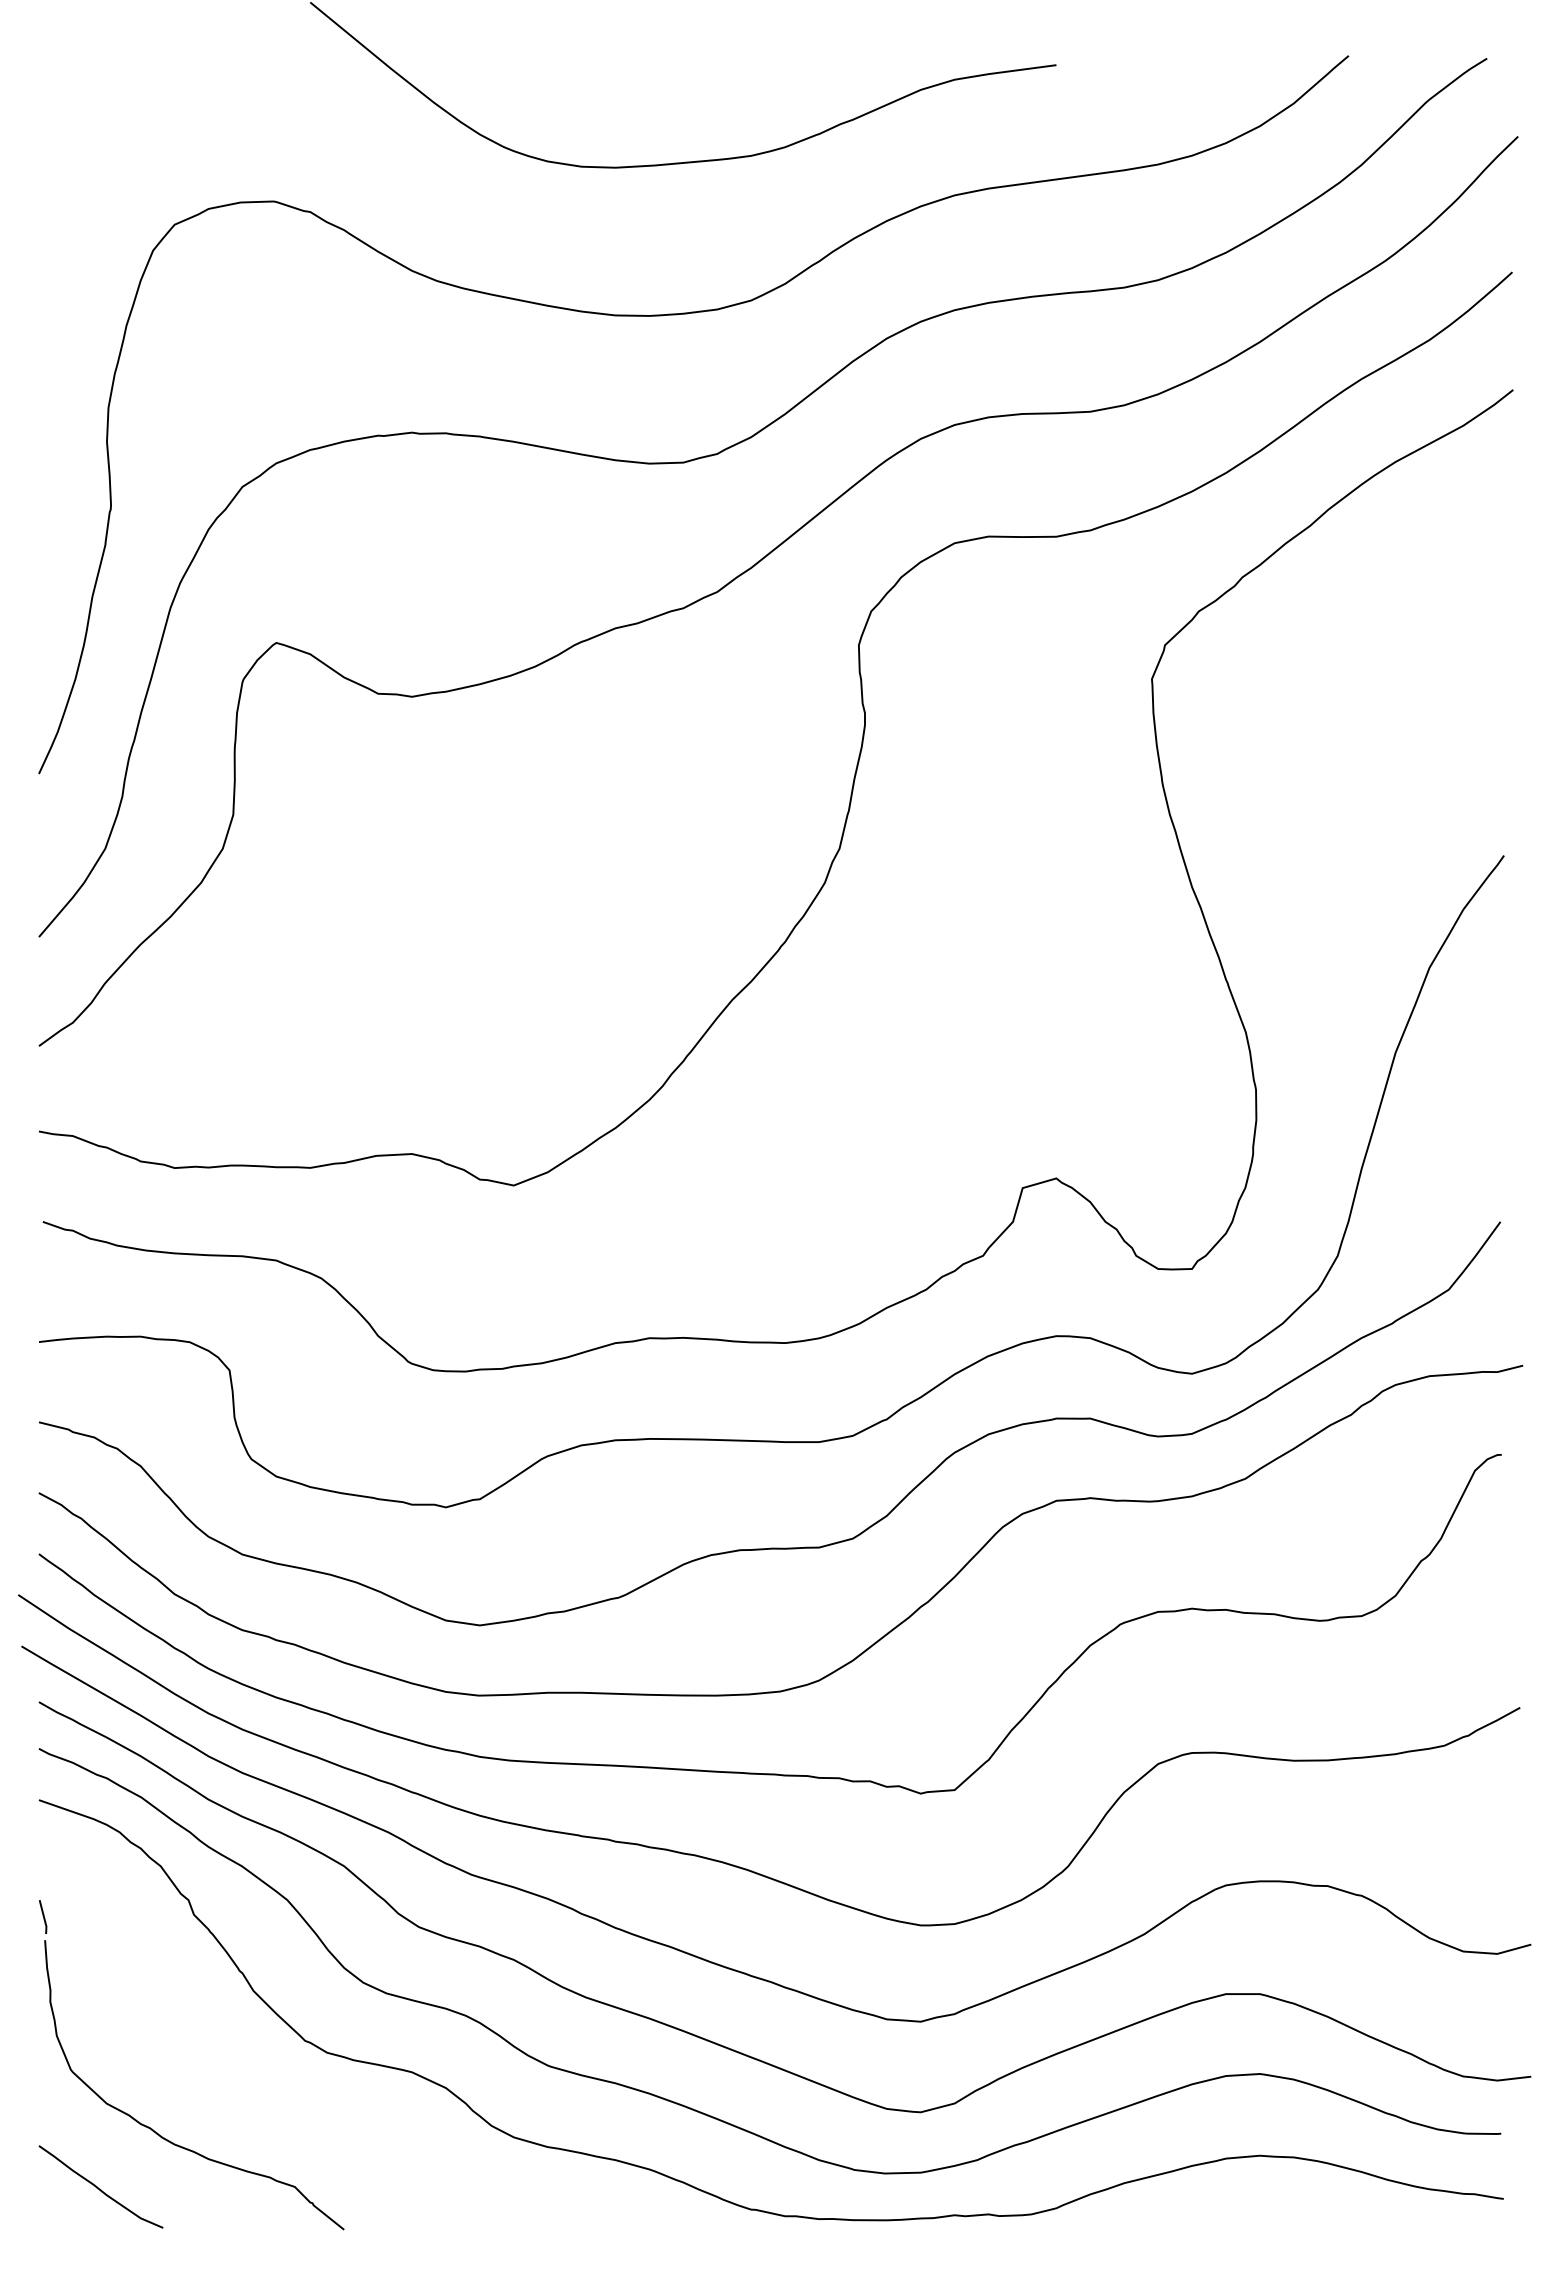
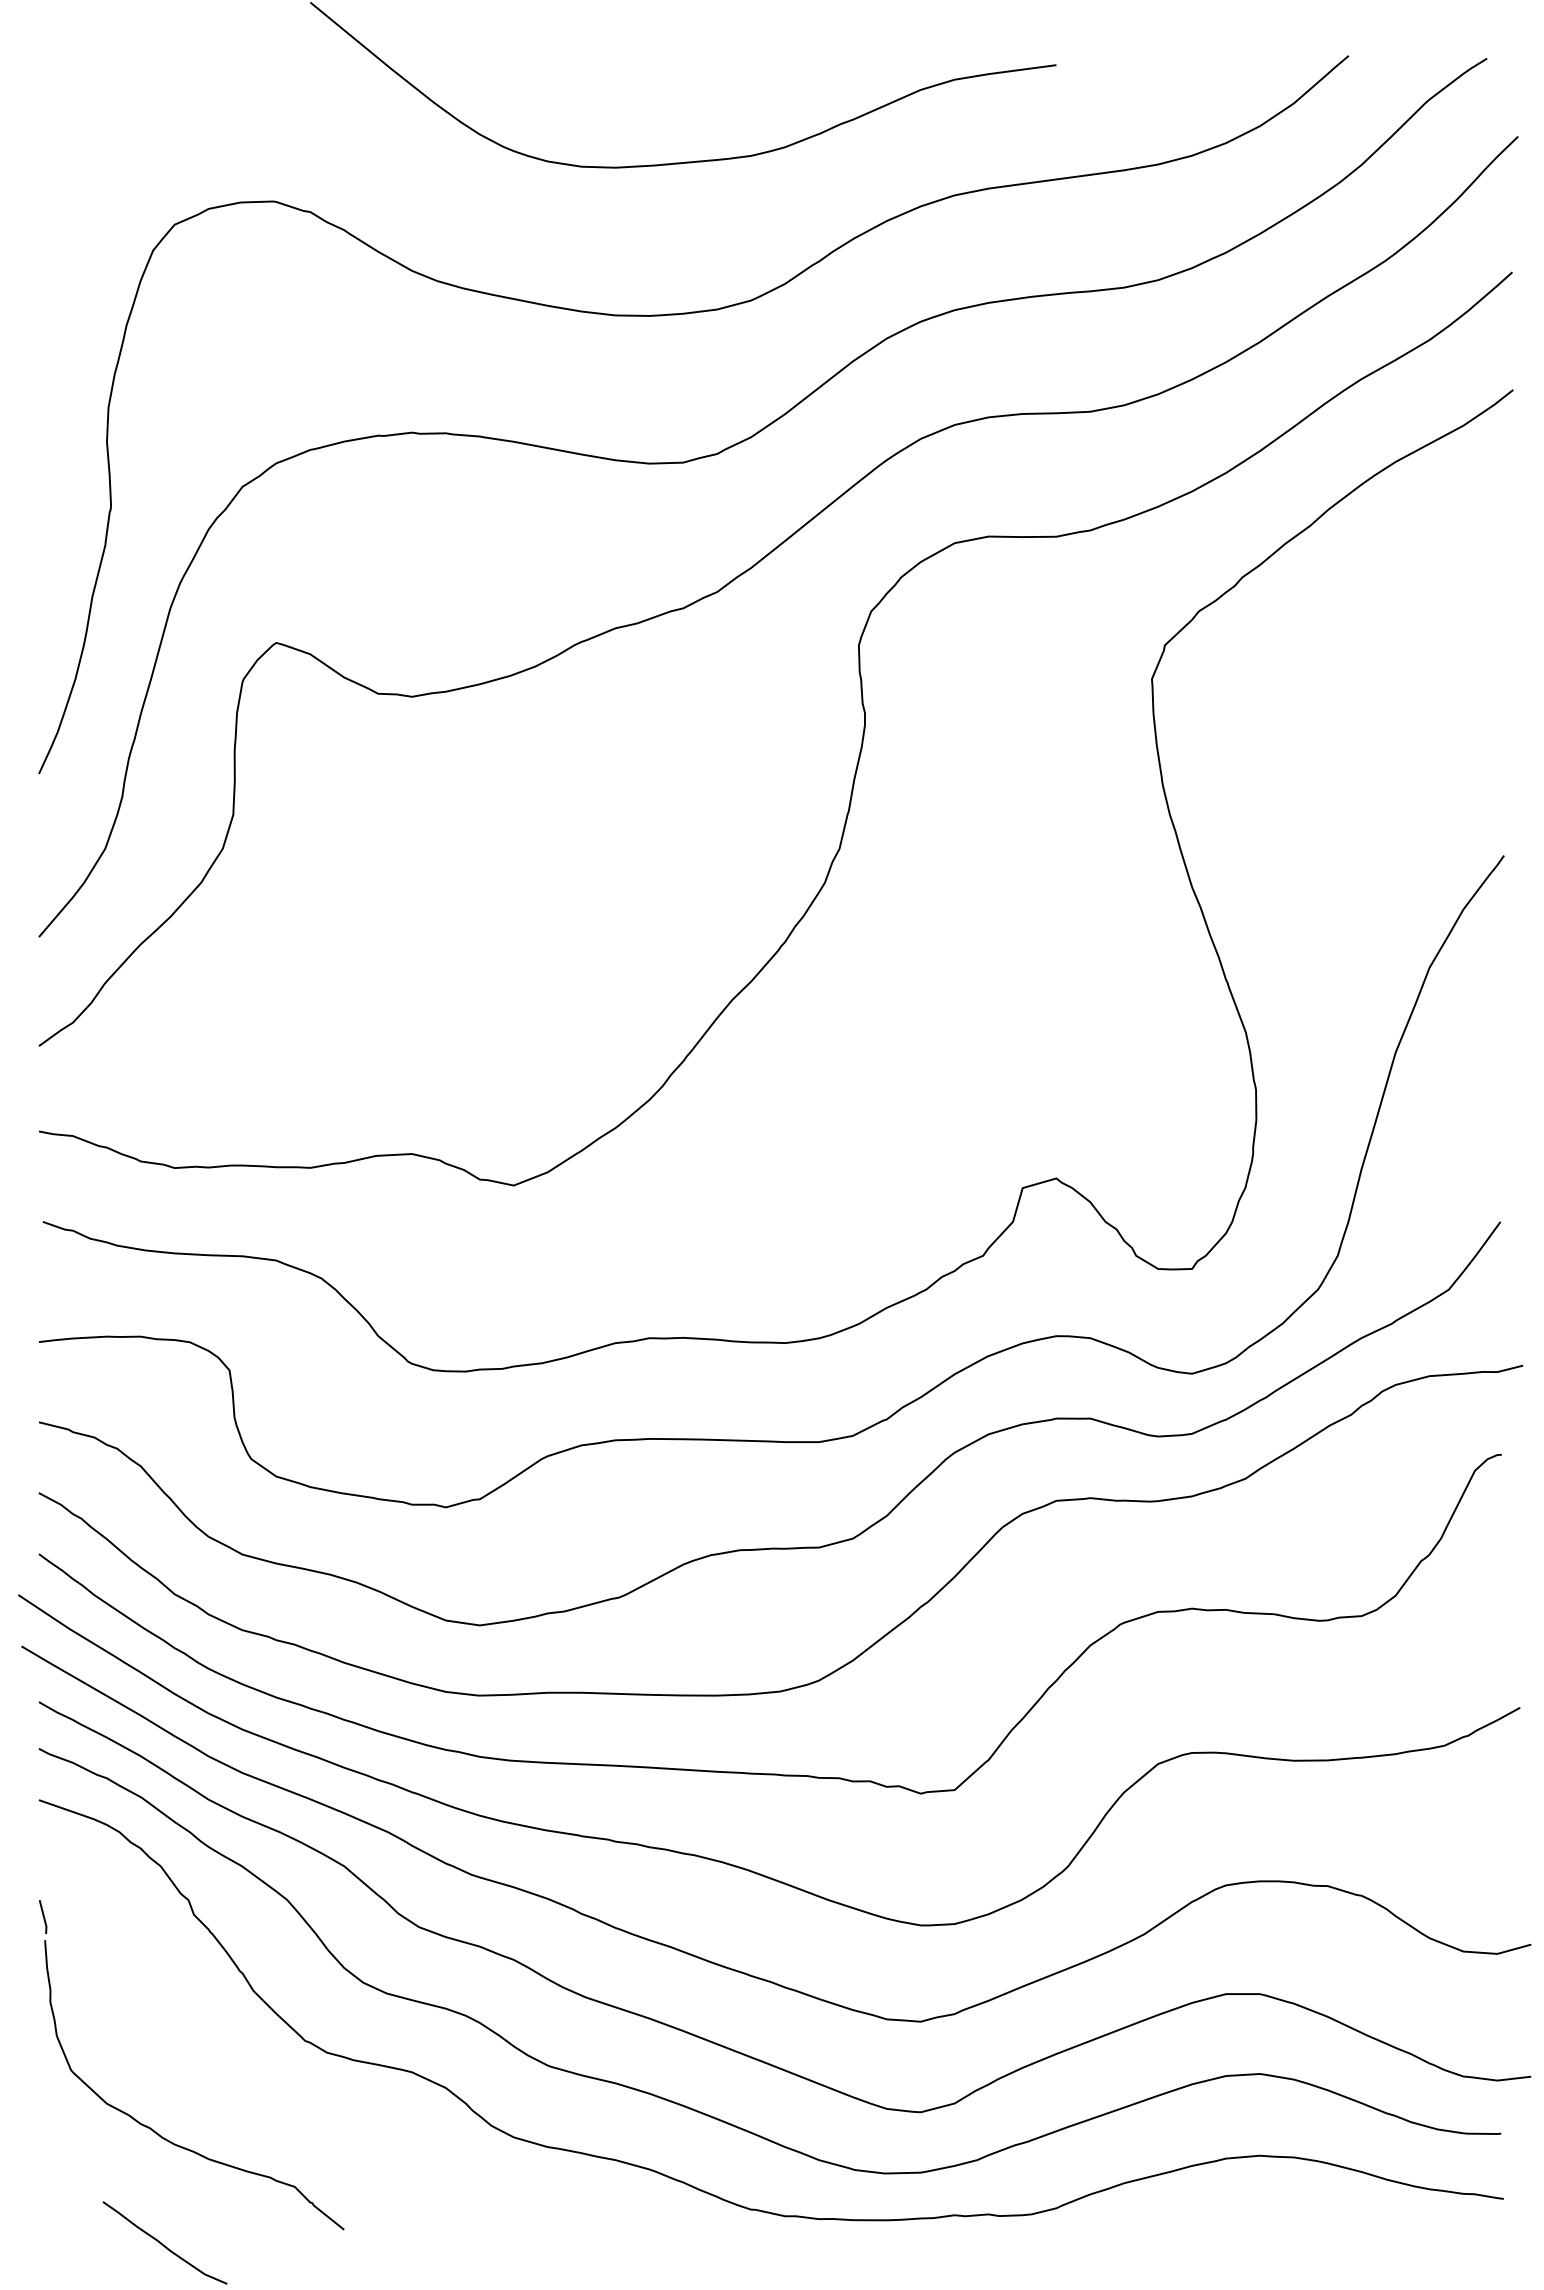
curve at (98, 2187) position: (98, 2187) -> (162, 2243)
